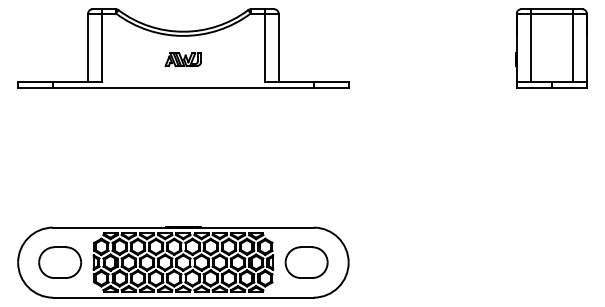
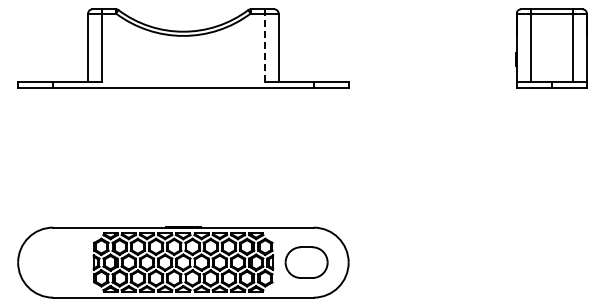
line at (264, 47): solid -> dashed
part at (182, 59): present -> none
part at (60, 262): present -> none
